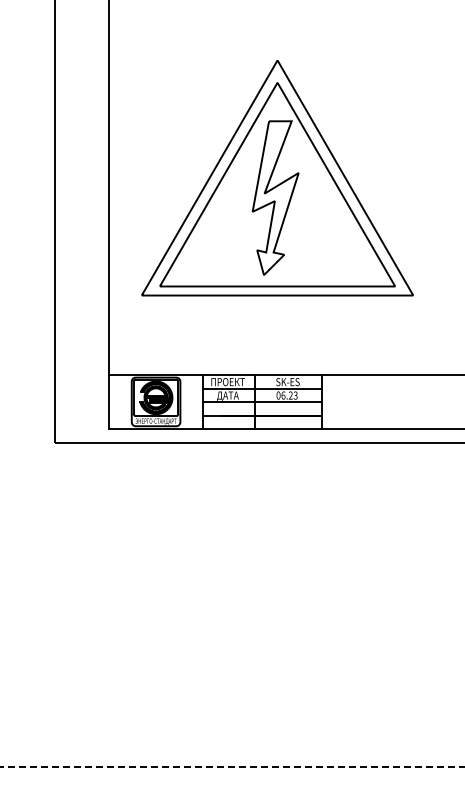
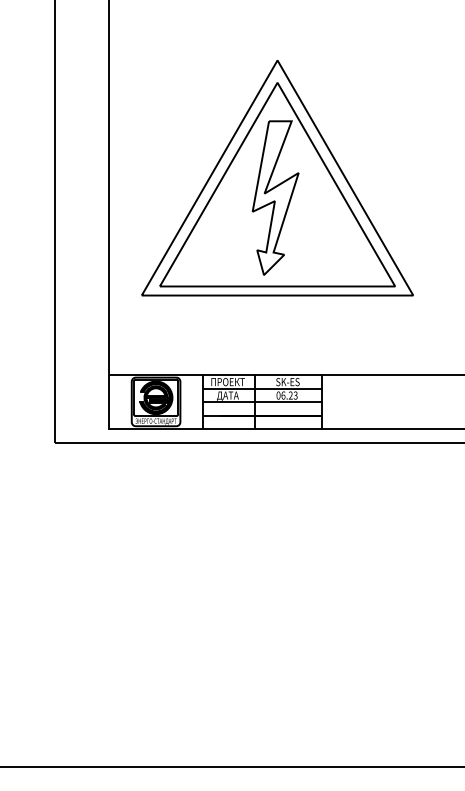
line at (232, 766): dashed -> solid
